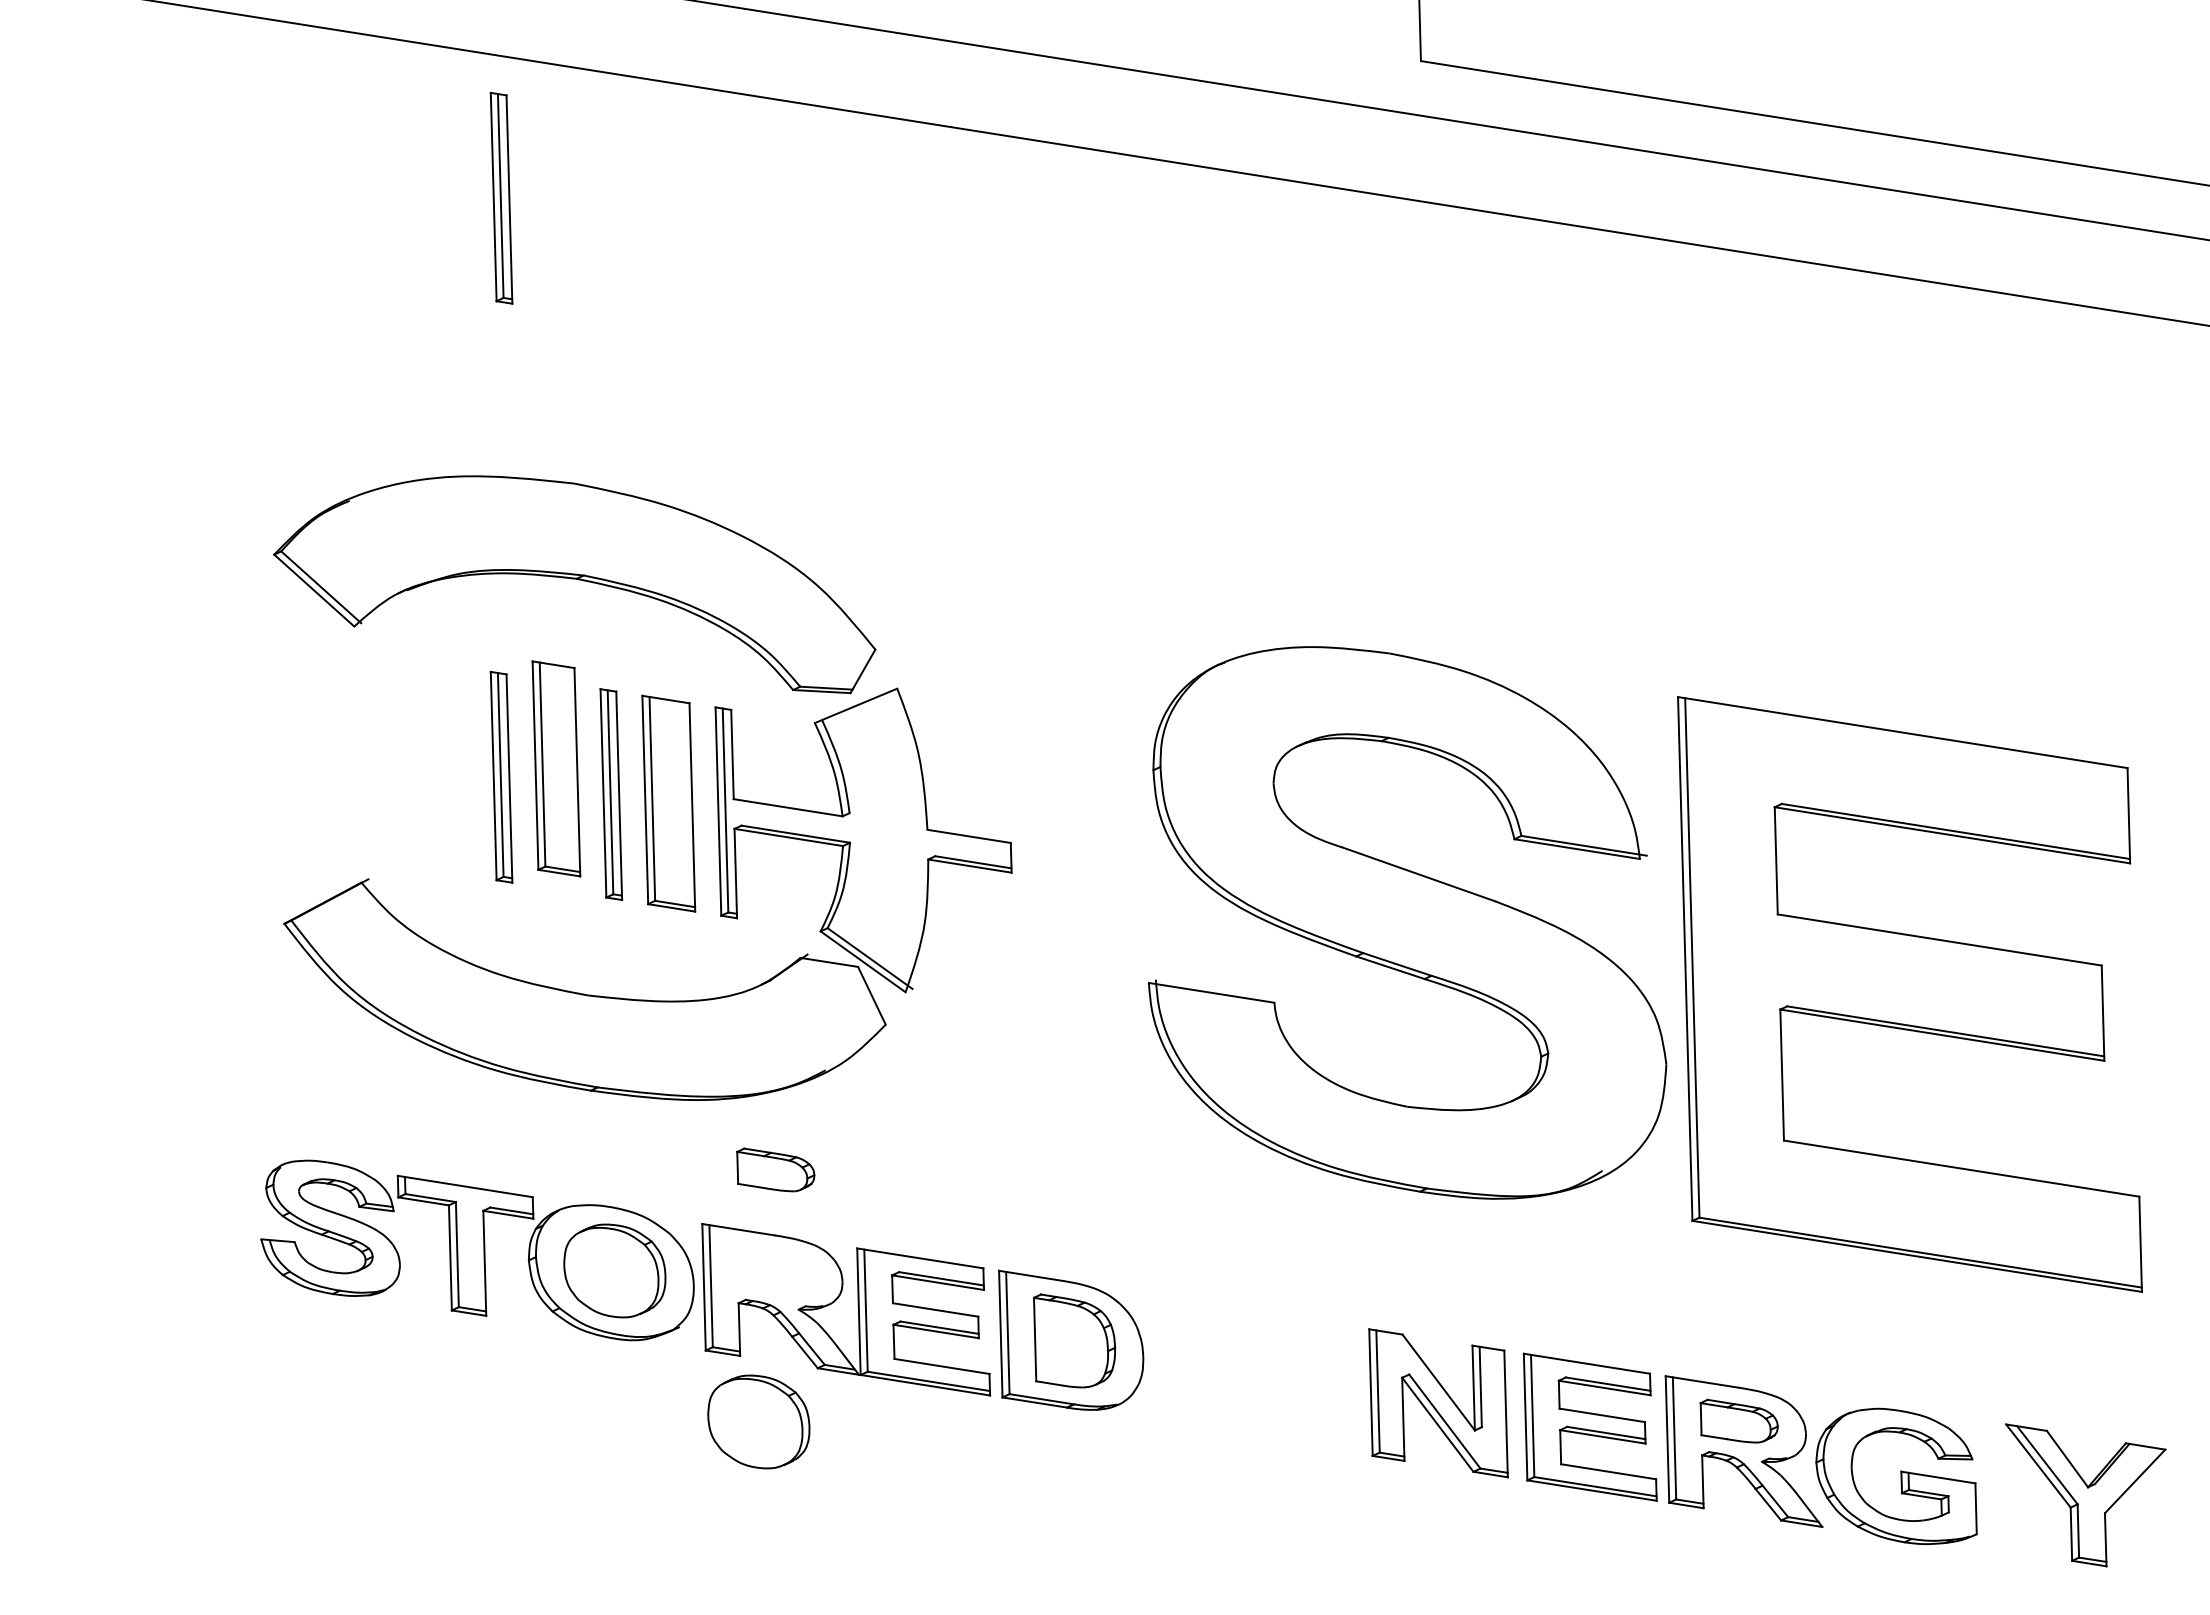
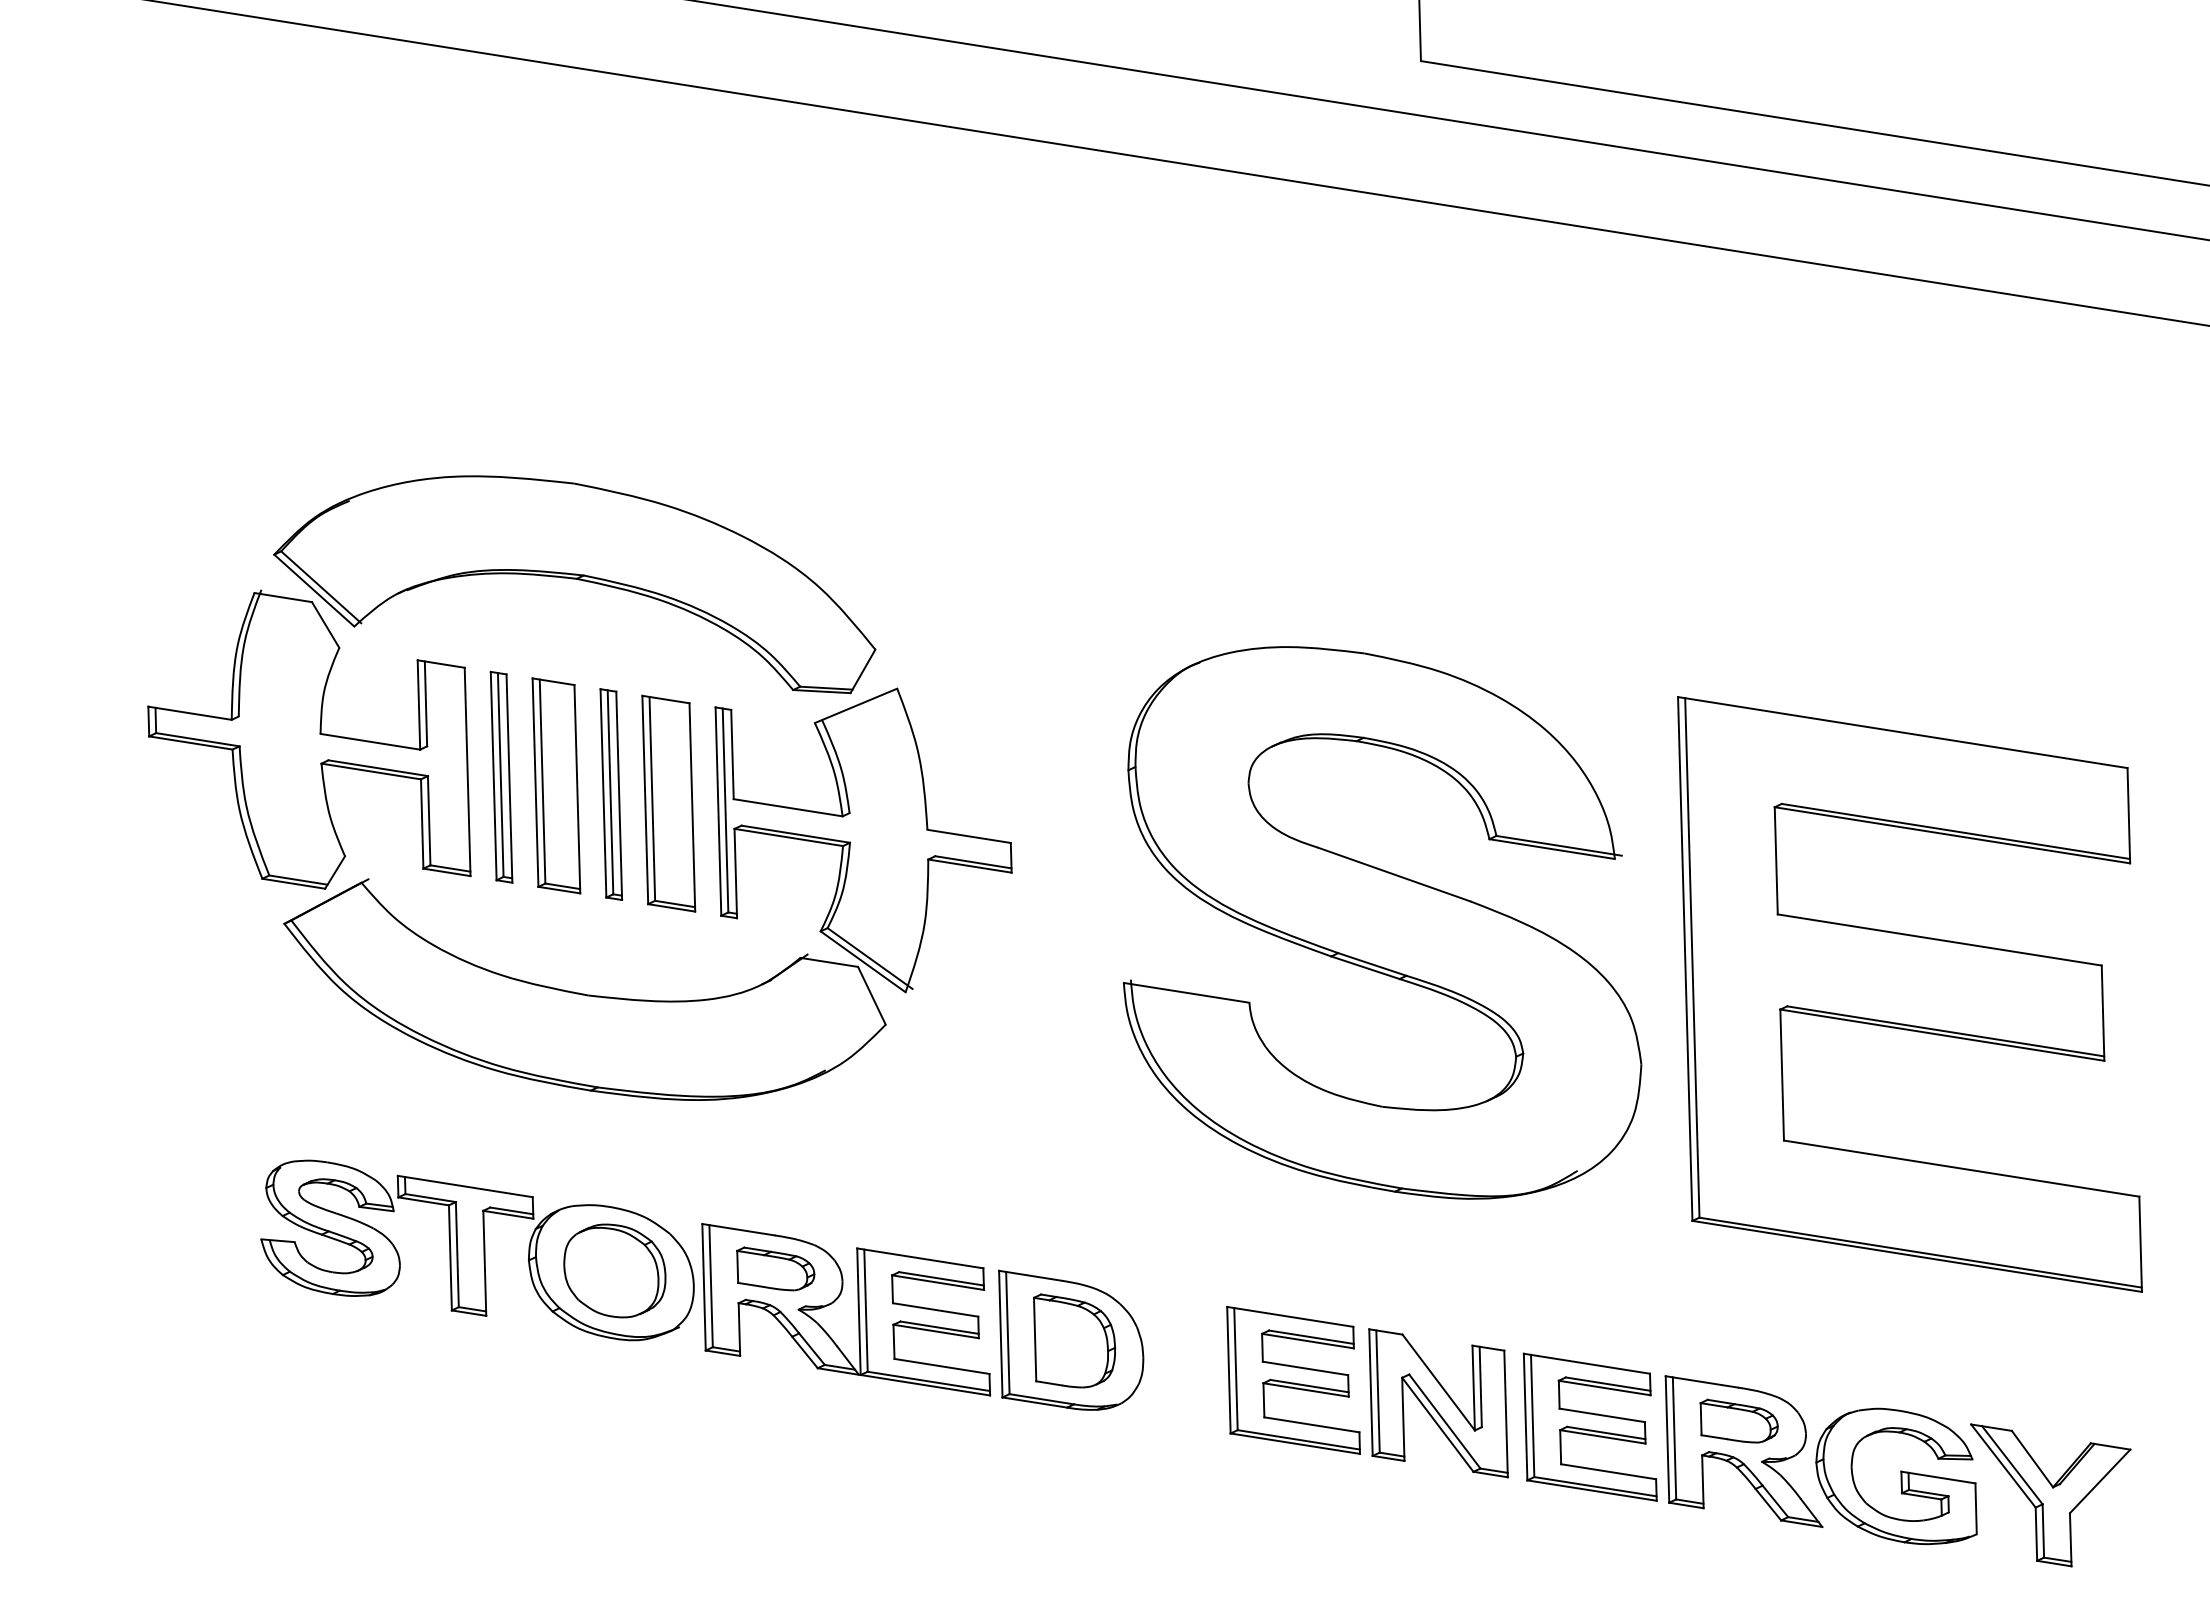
part at (501, 197): present -> none
part at (309, 739): none -> present
part at (556, 768) position: (556, 768) -> (556, 785)
part at (1407, 922) position: (1407, 922) -> (1382, 922)
part at (775, 1169) position: (775, 1169) -> (775, 1268)
part at (1293, 1380): none -> present
part at (758, 1421): present -> none
part at (2085, 1495) position: (2085, 1495) -> (2050, 1495)
